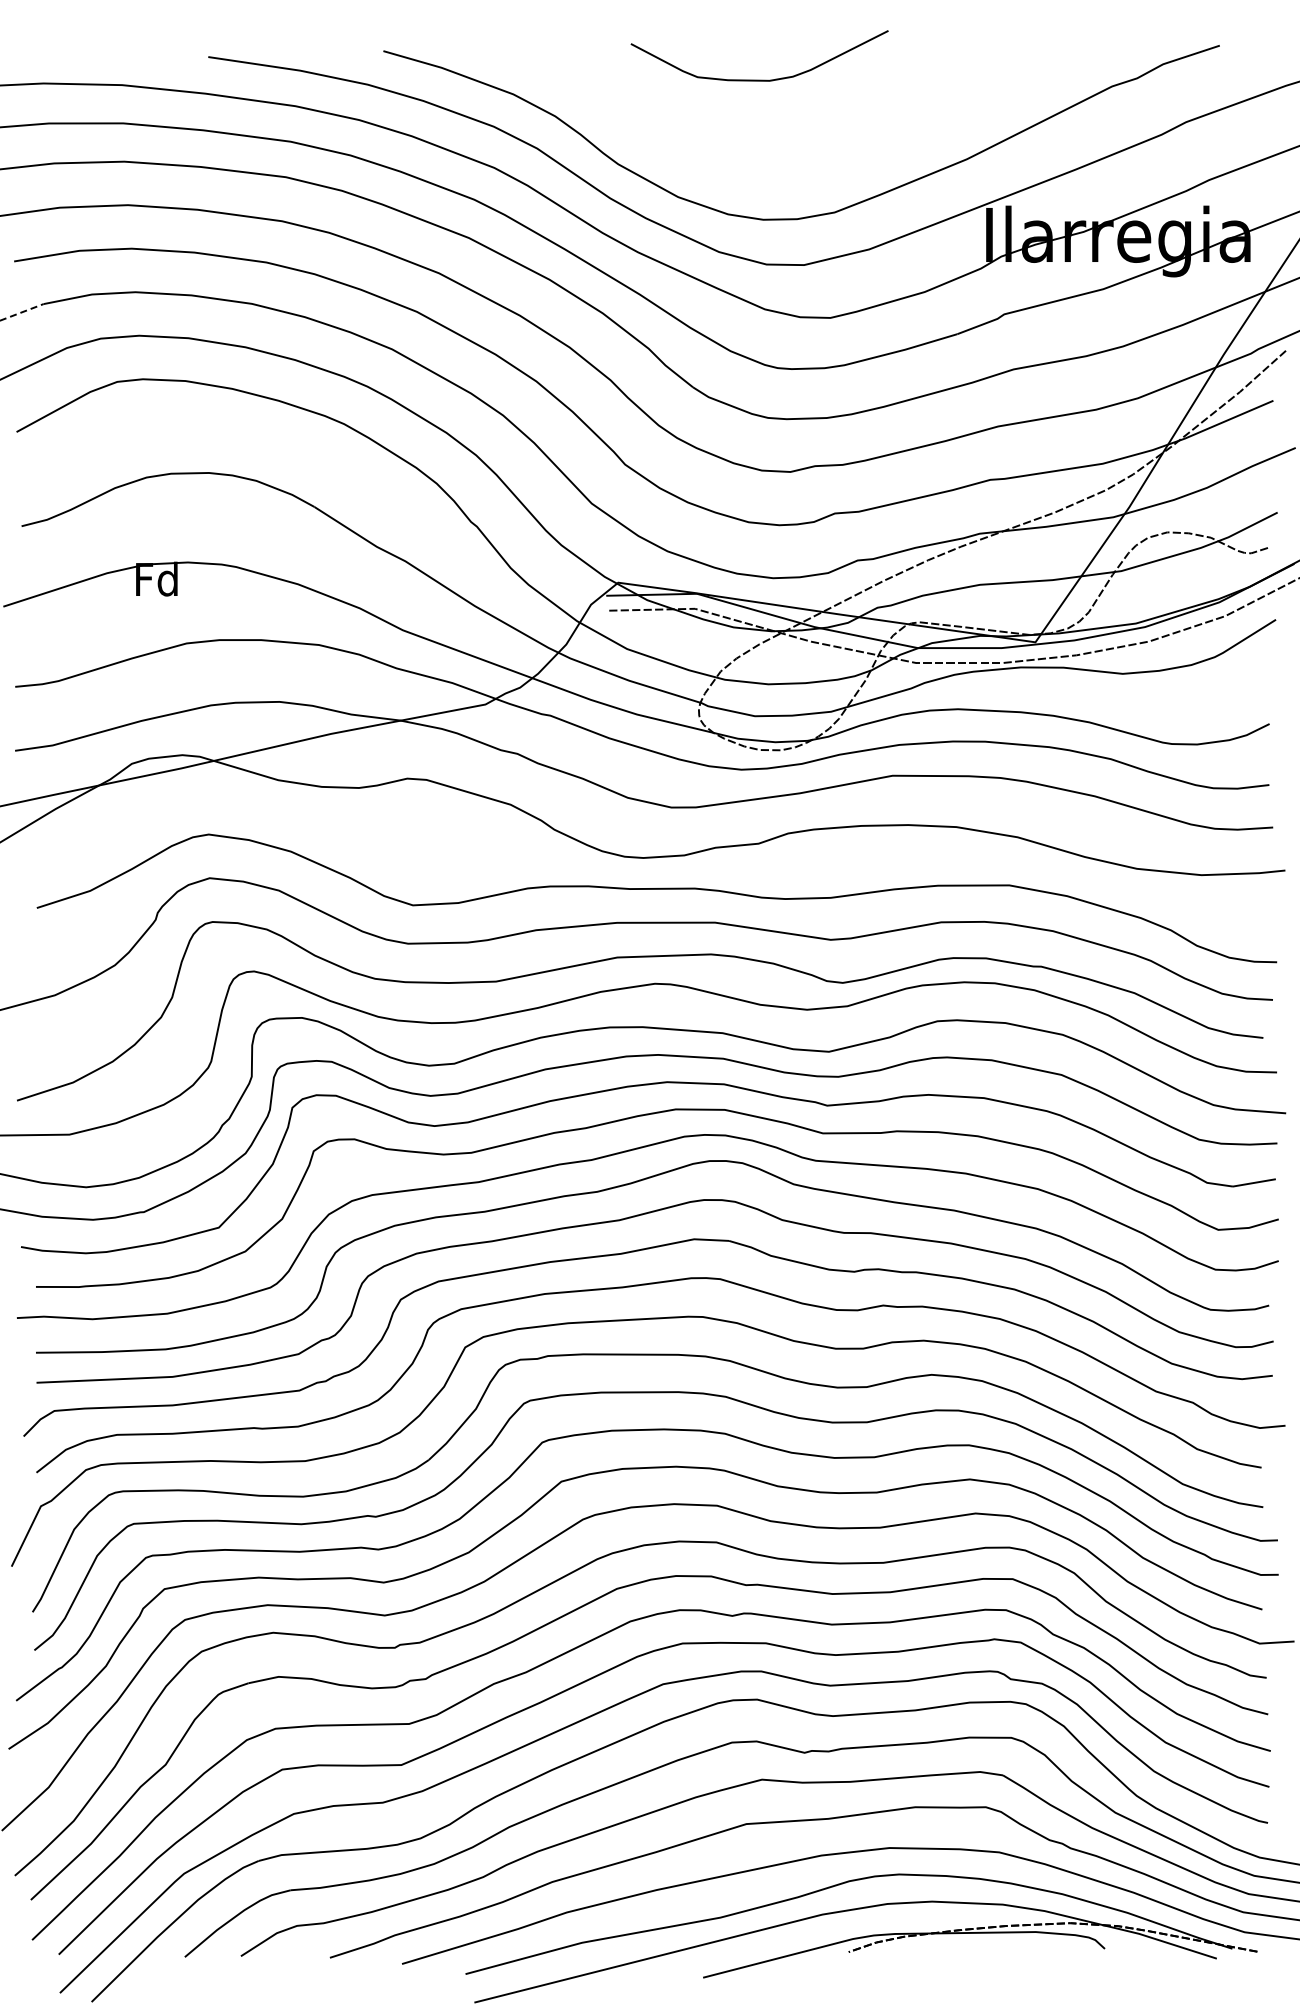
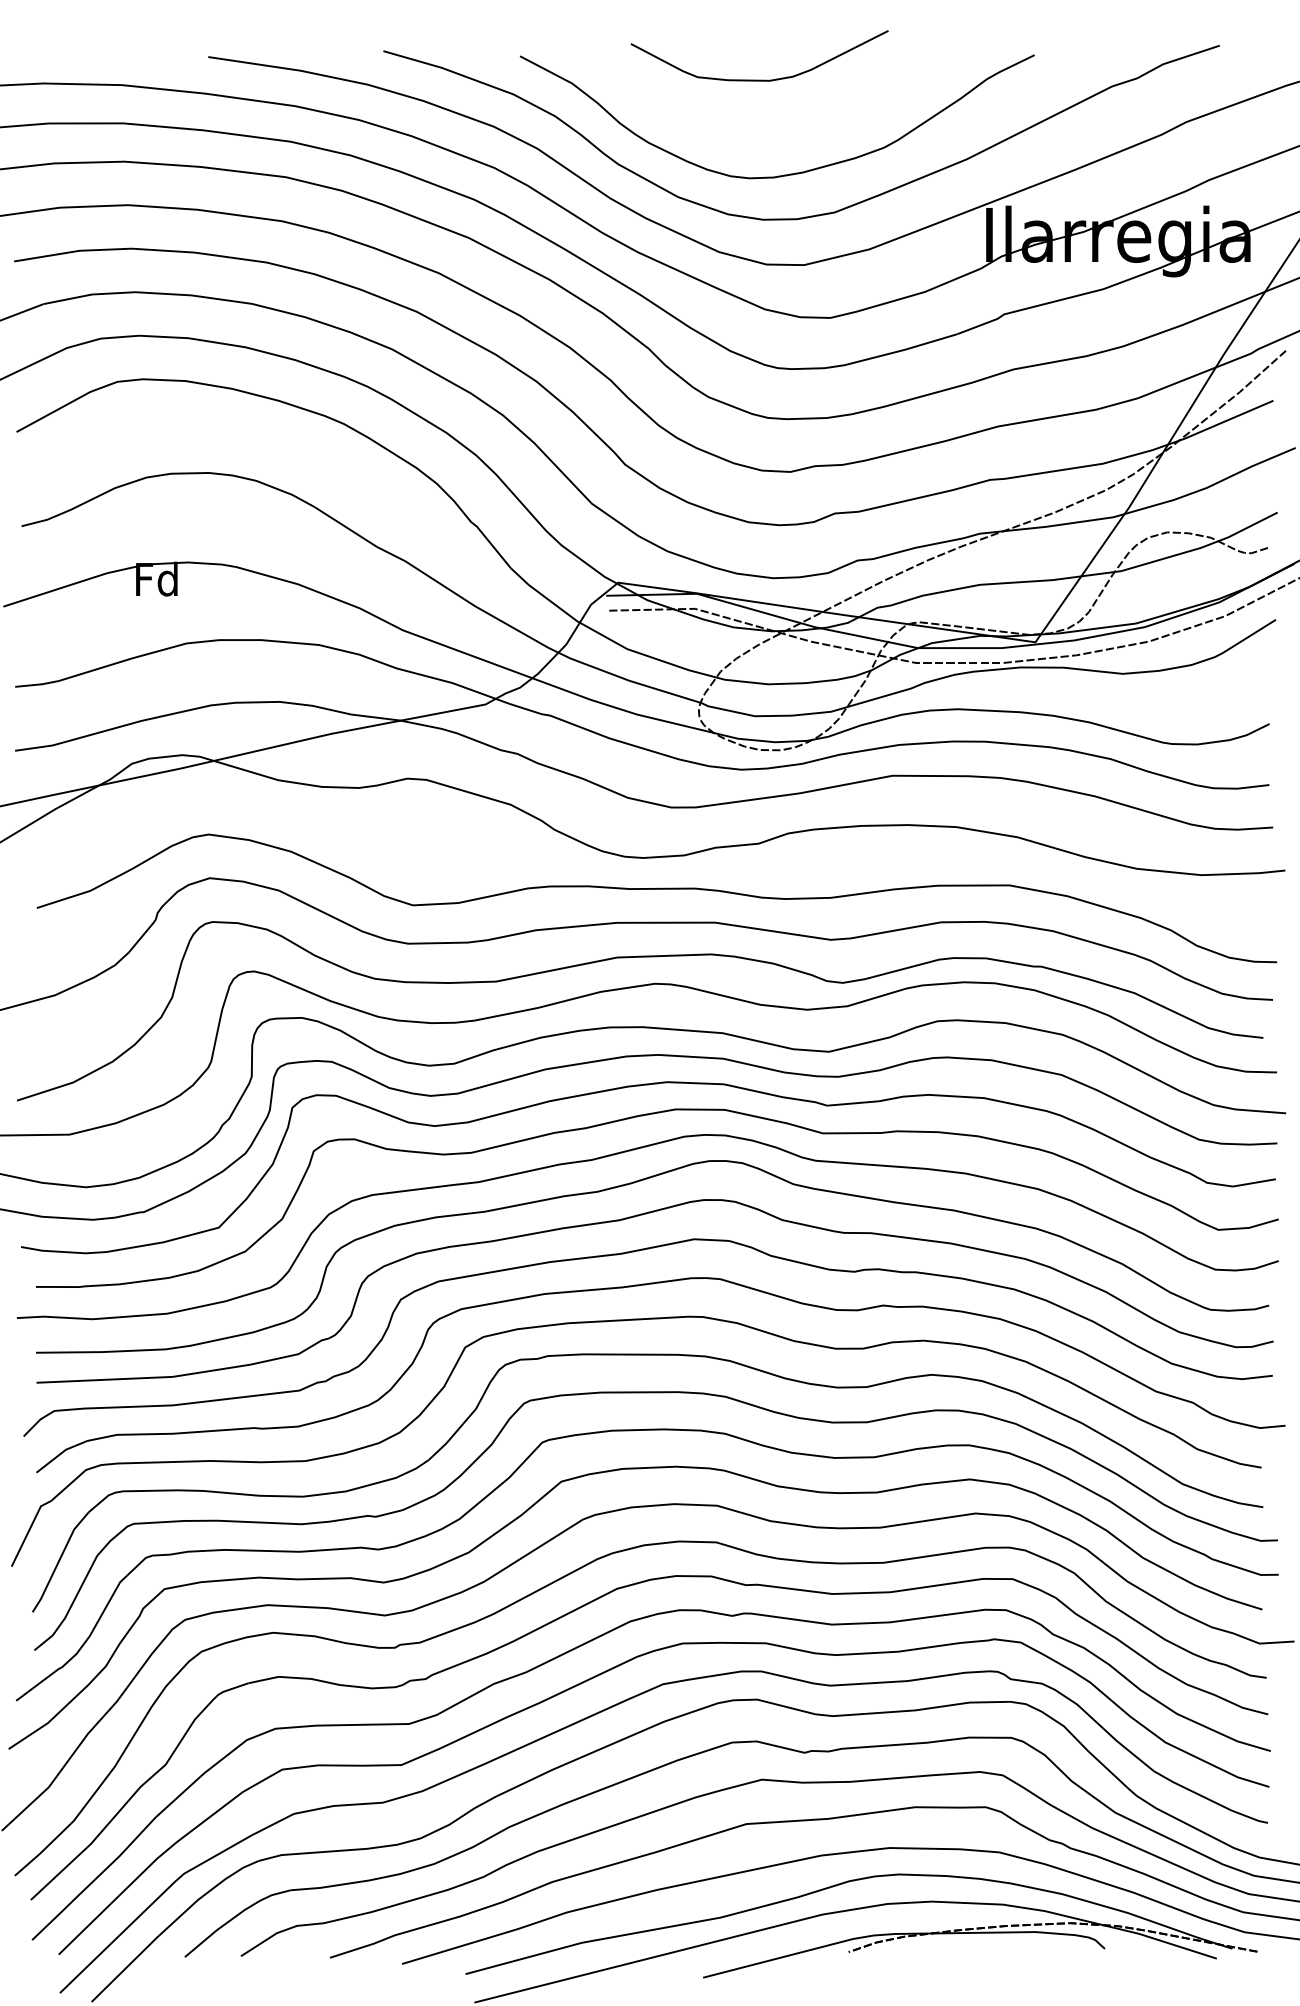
curve at (789, 173): none -> present
line at (22, 312): dashed -> solid
